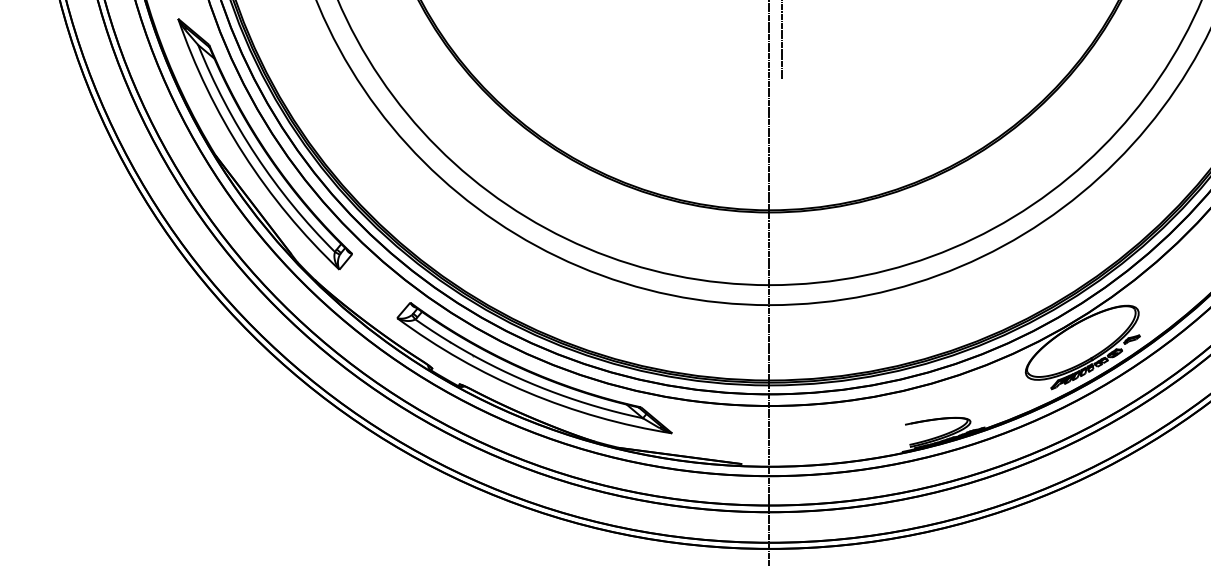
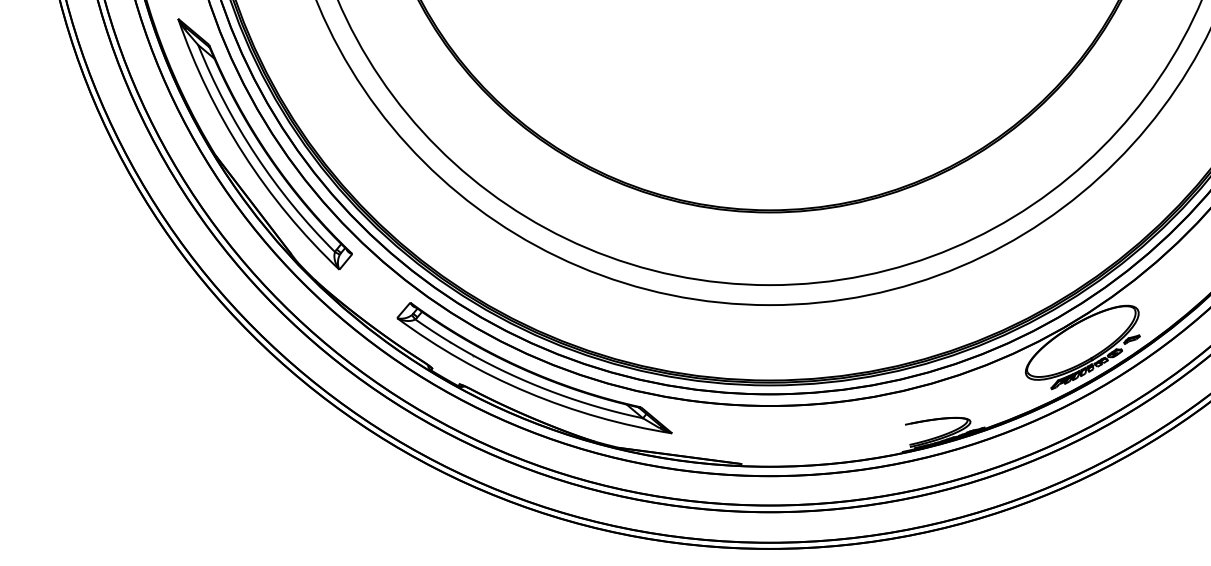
line at (782, 40): present -> none
line at (768, 282): present -> none
